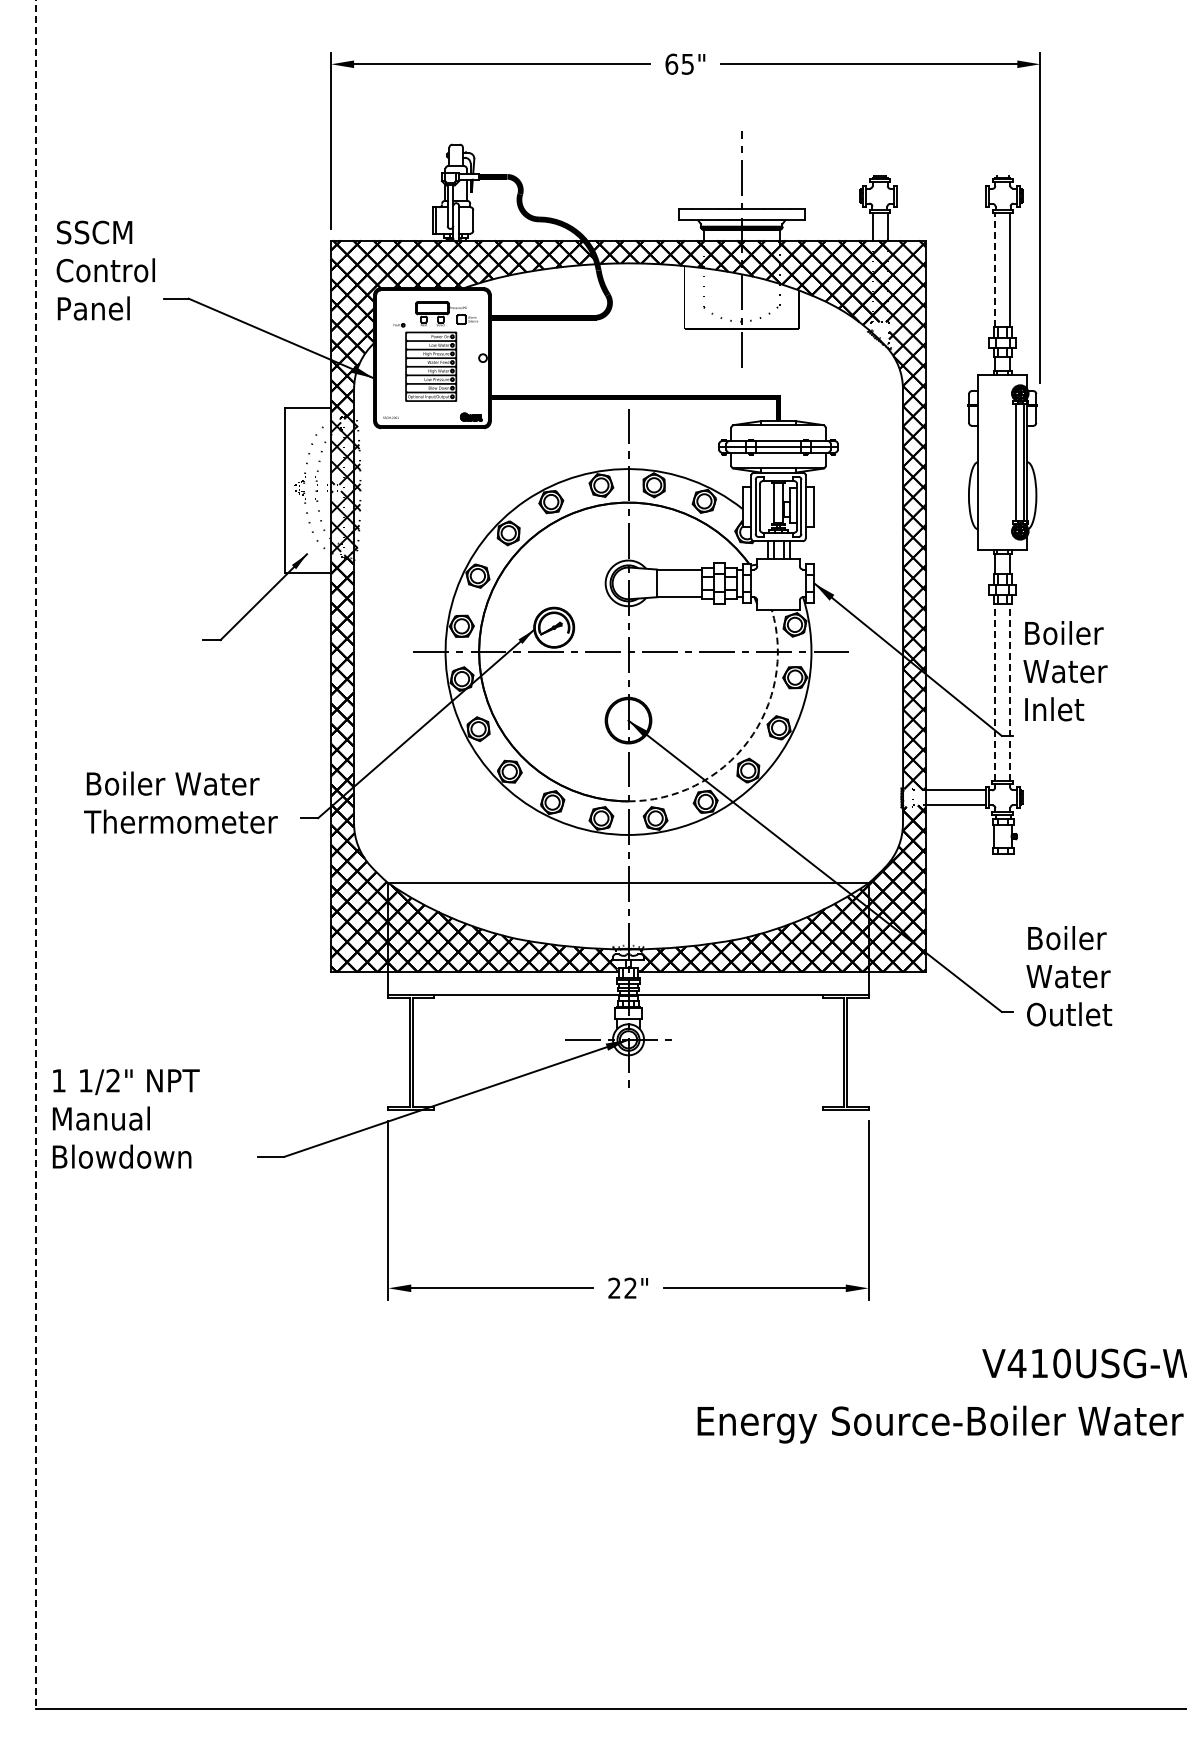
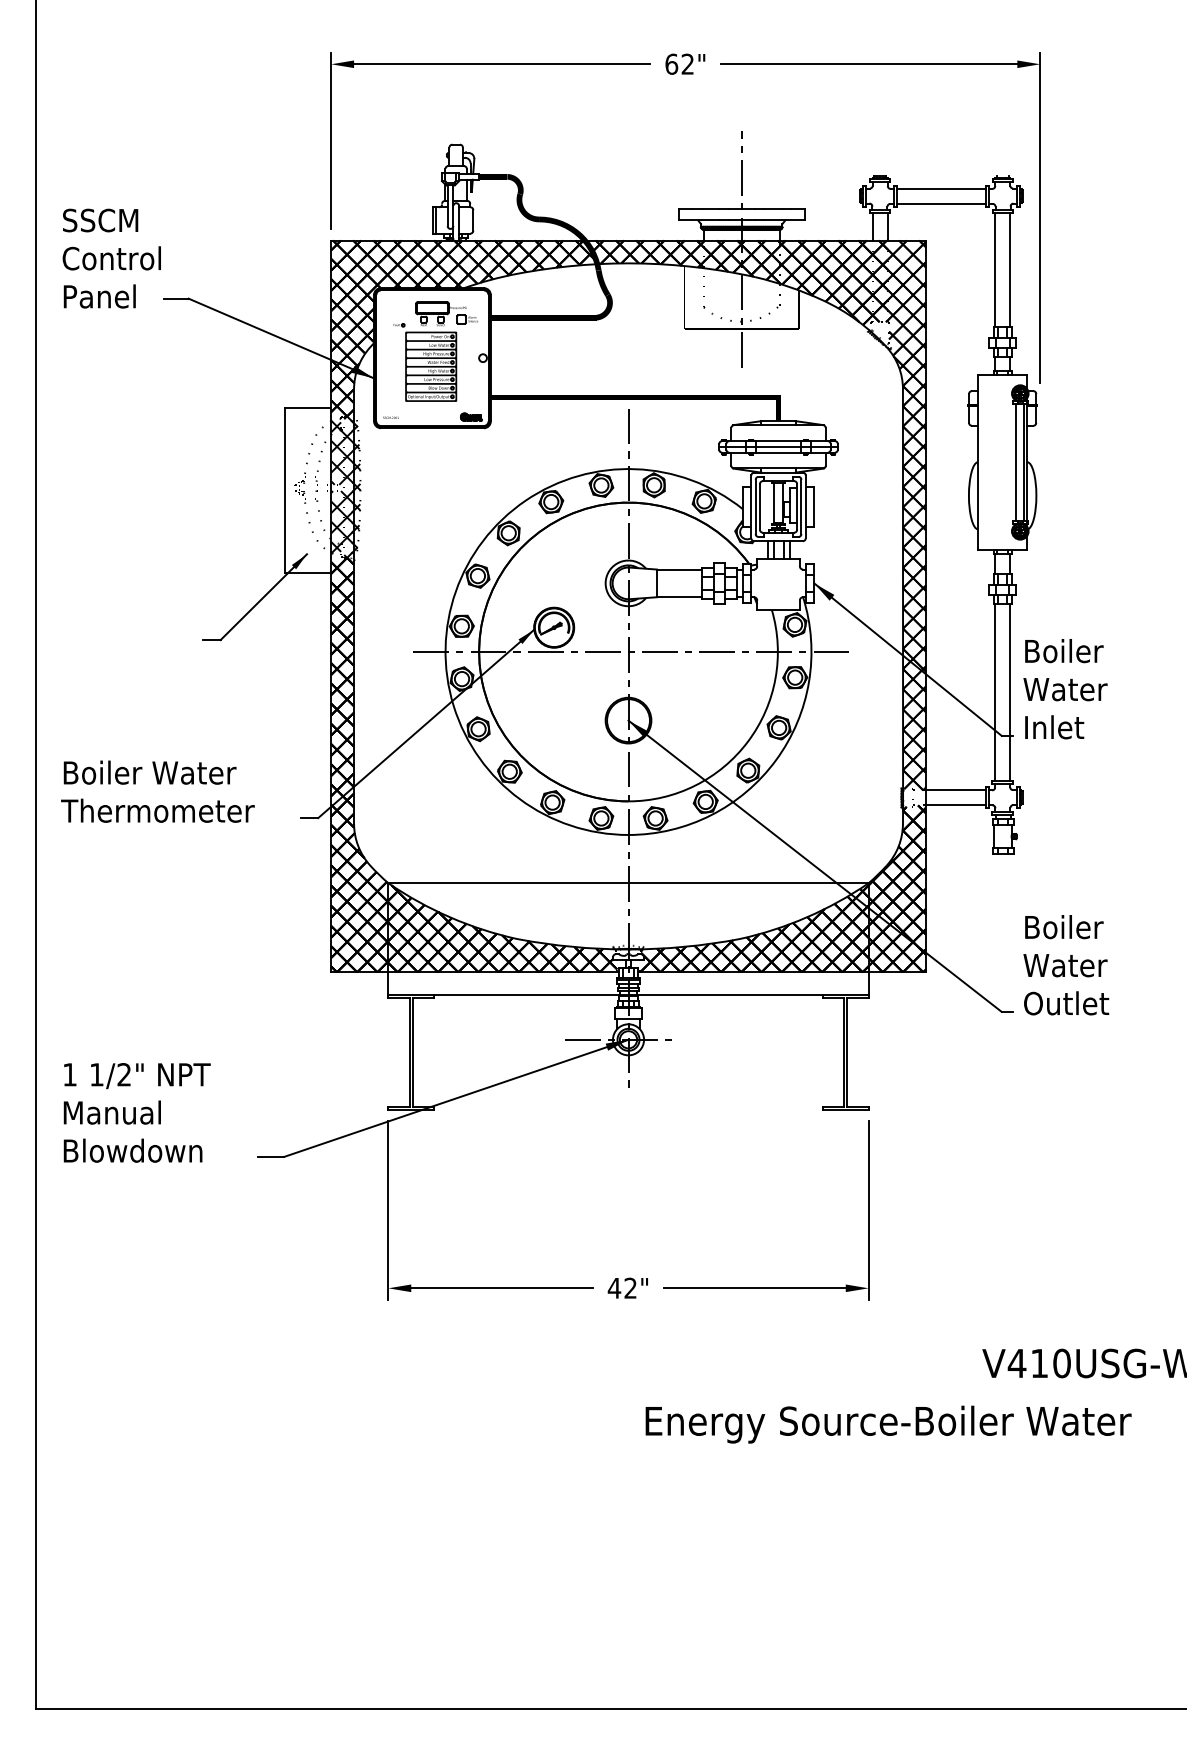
text at (687, 63): 65" -> 62"
line at (941, 189): none -> present
line at (941, 204): none -> present
line at (995, 269): dashed -> solid
text at (105, 270) position: (105, 270) -> (111, 258)
text at (1065, 671) position: (1065, 671) -> (1065, 689)
line at (995, 691): dashed -> solid
line at (1010, 691): dashed -> solid
arc at (748, 741): dashed -> solid
text at (180, 802) position: (180, 802) -> (157, 791)
line at (35, 855): dashed -> solid
text at (1069, 976) position: (1069, 976) -> (1066, 965)
text at (125, 1118) position: (125, 1118) -> (136, 1112)
text at (614, 1287): 22" -> 42"
text at (940, 1424) position: (940, 1424) -> (888, 1424)
